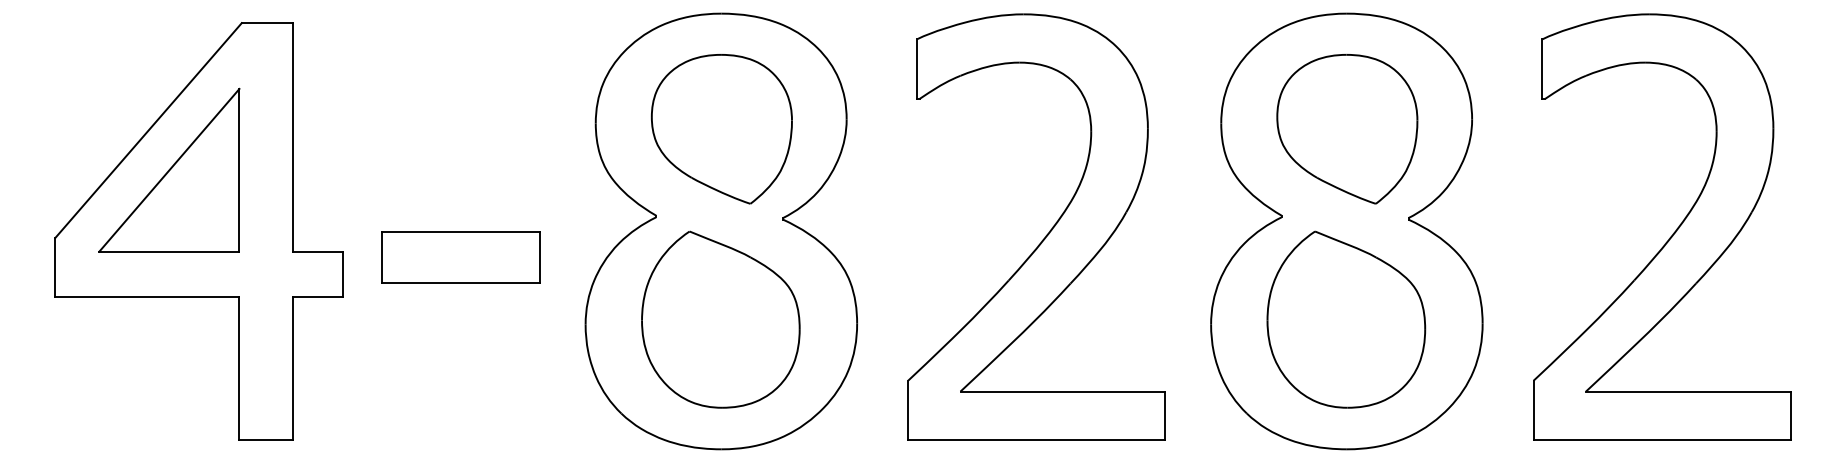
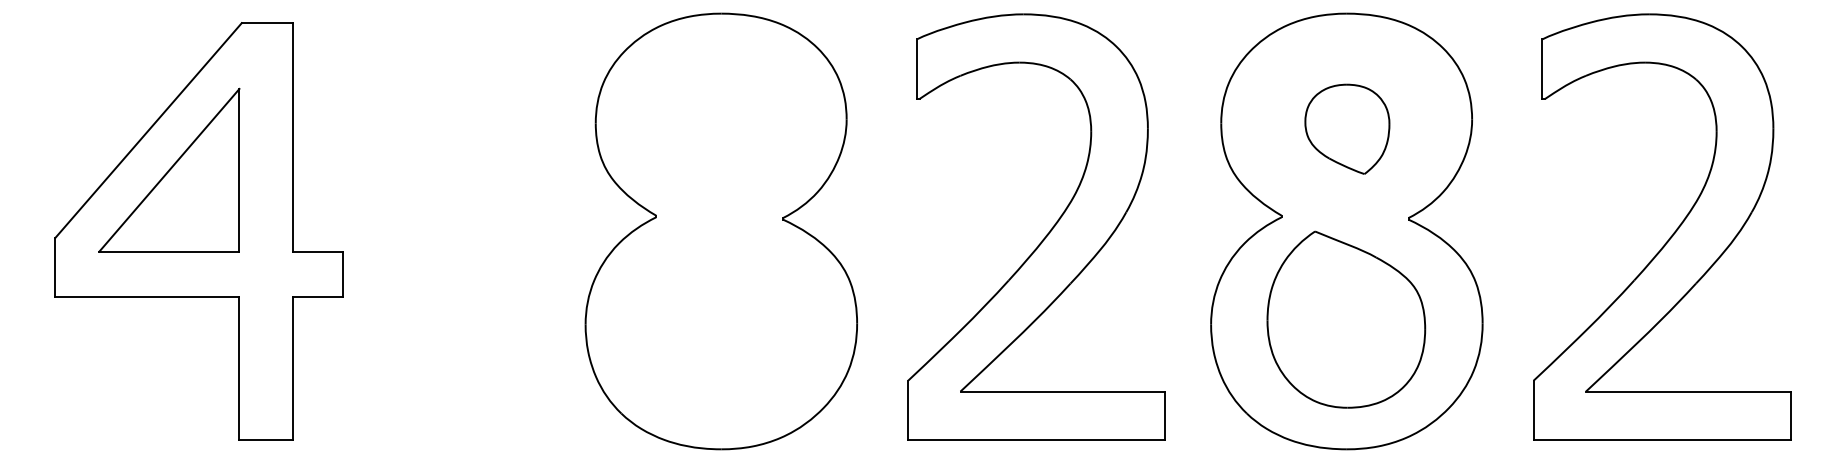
part at (721, 129): present -> none
part at (1347, 129) size: 143x151 px -> 87x92 px
part at (460, 257): present -> none
part at (720, 319): present -> none
